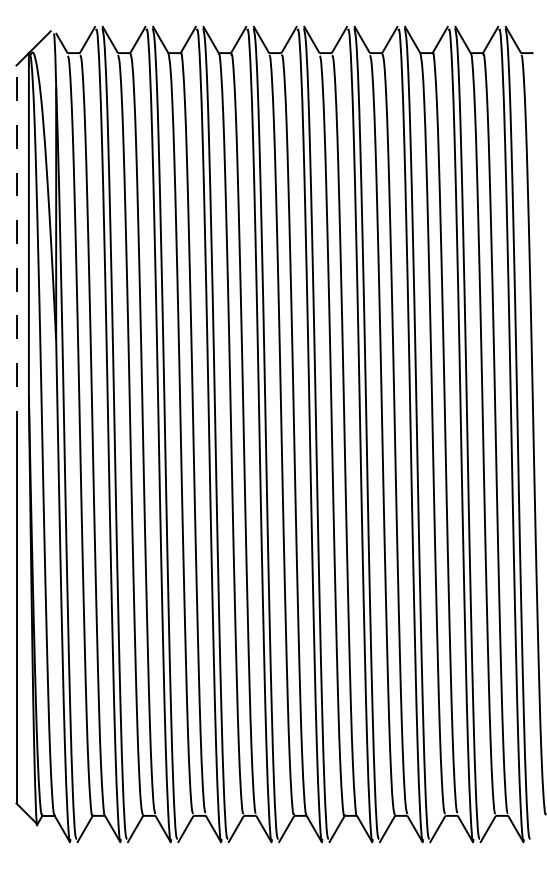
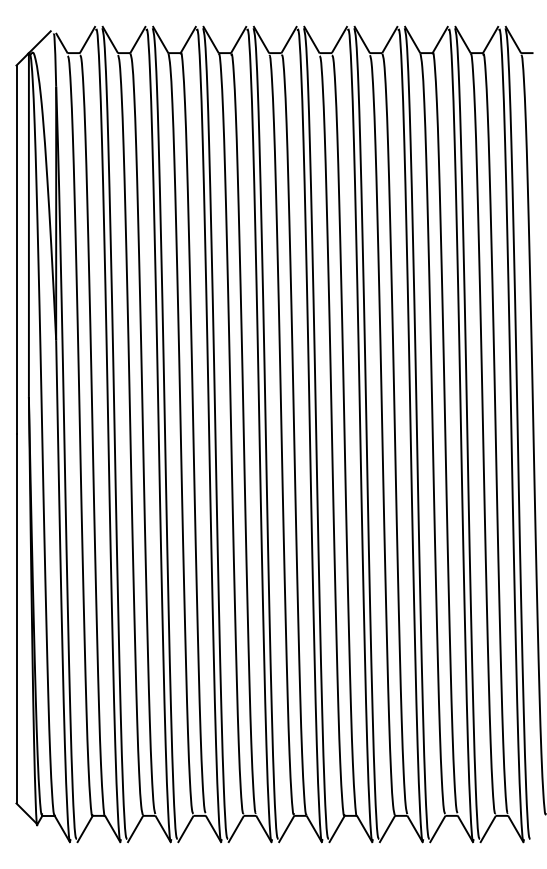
line at (16, 249): dashed -> solid
